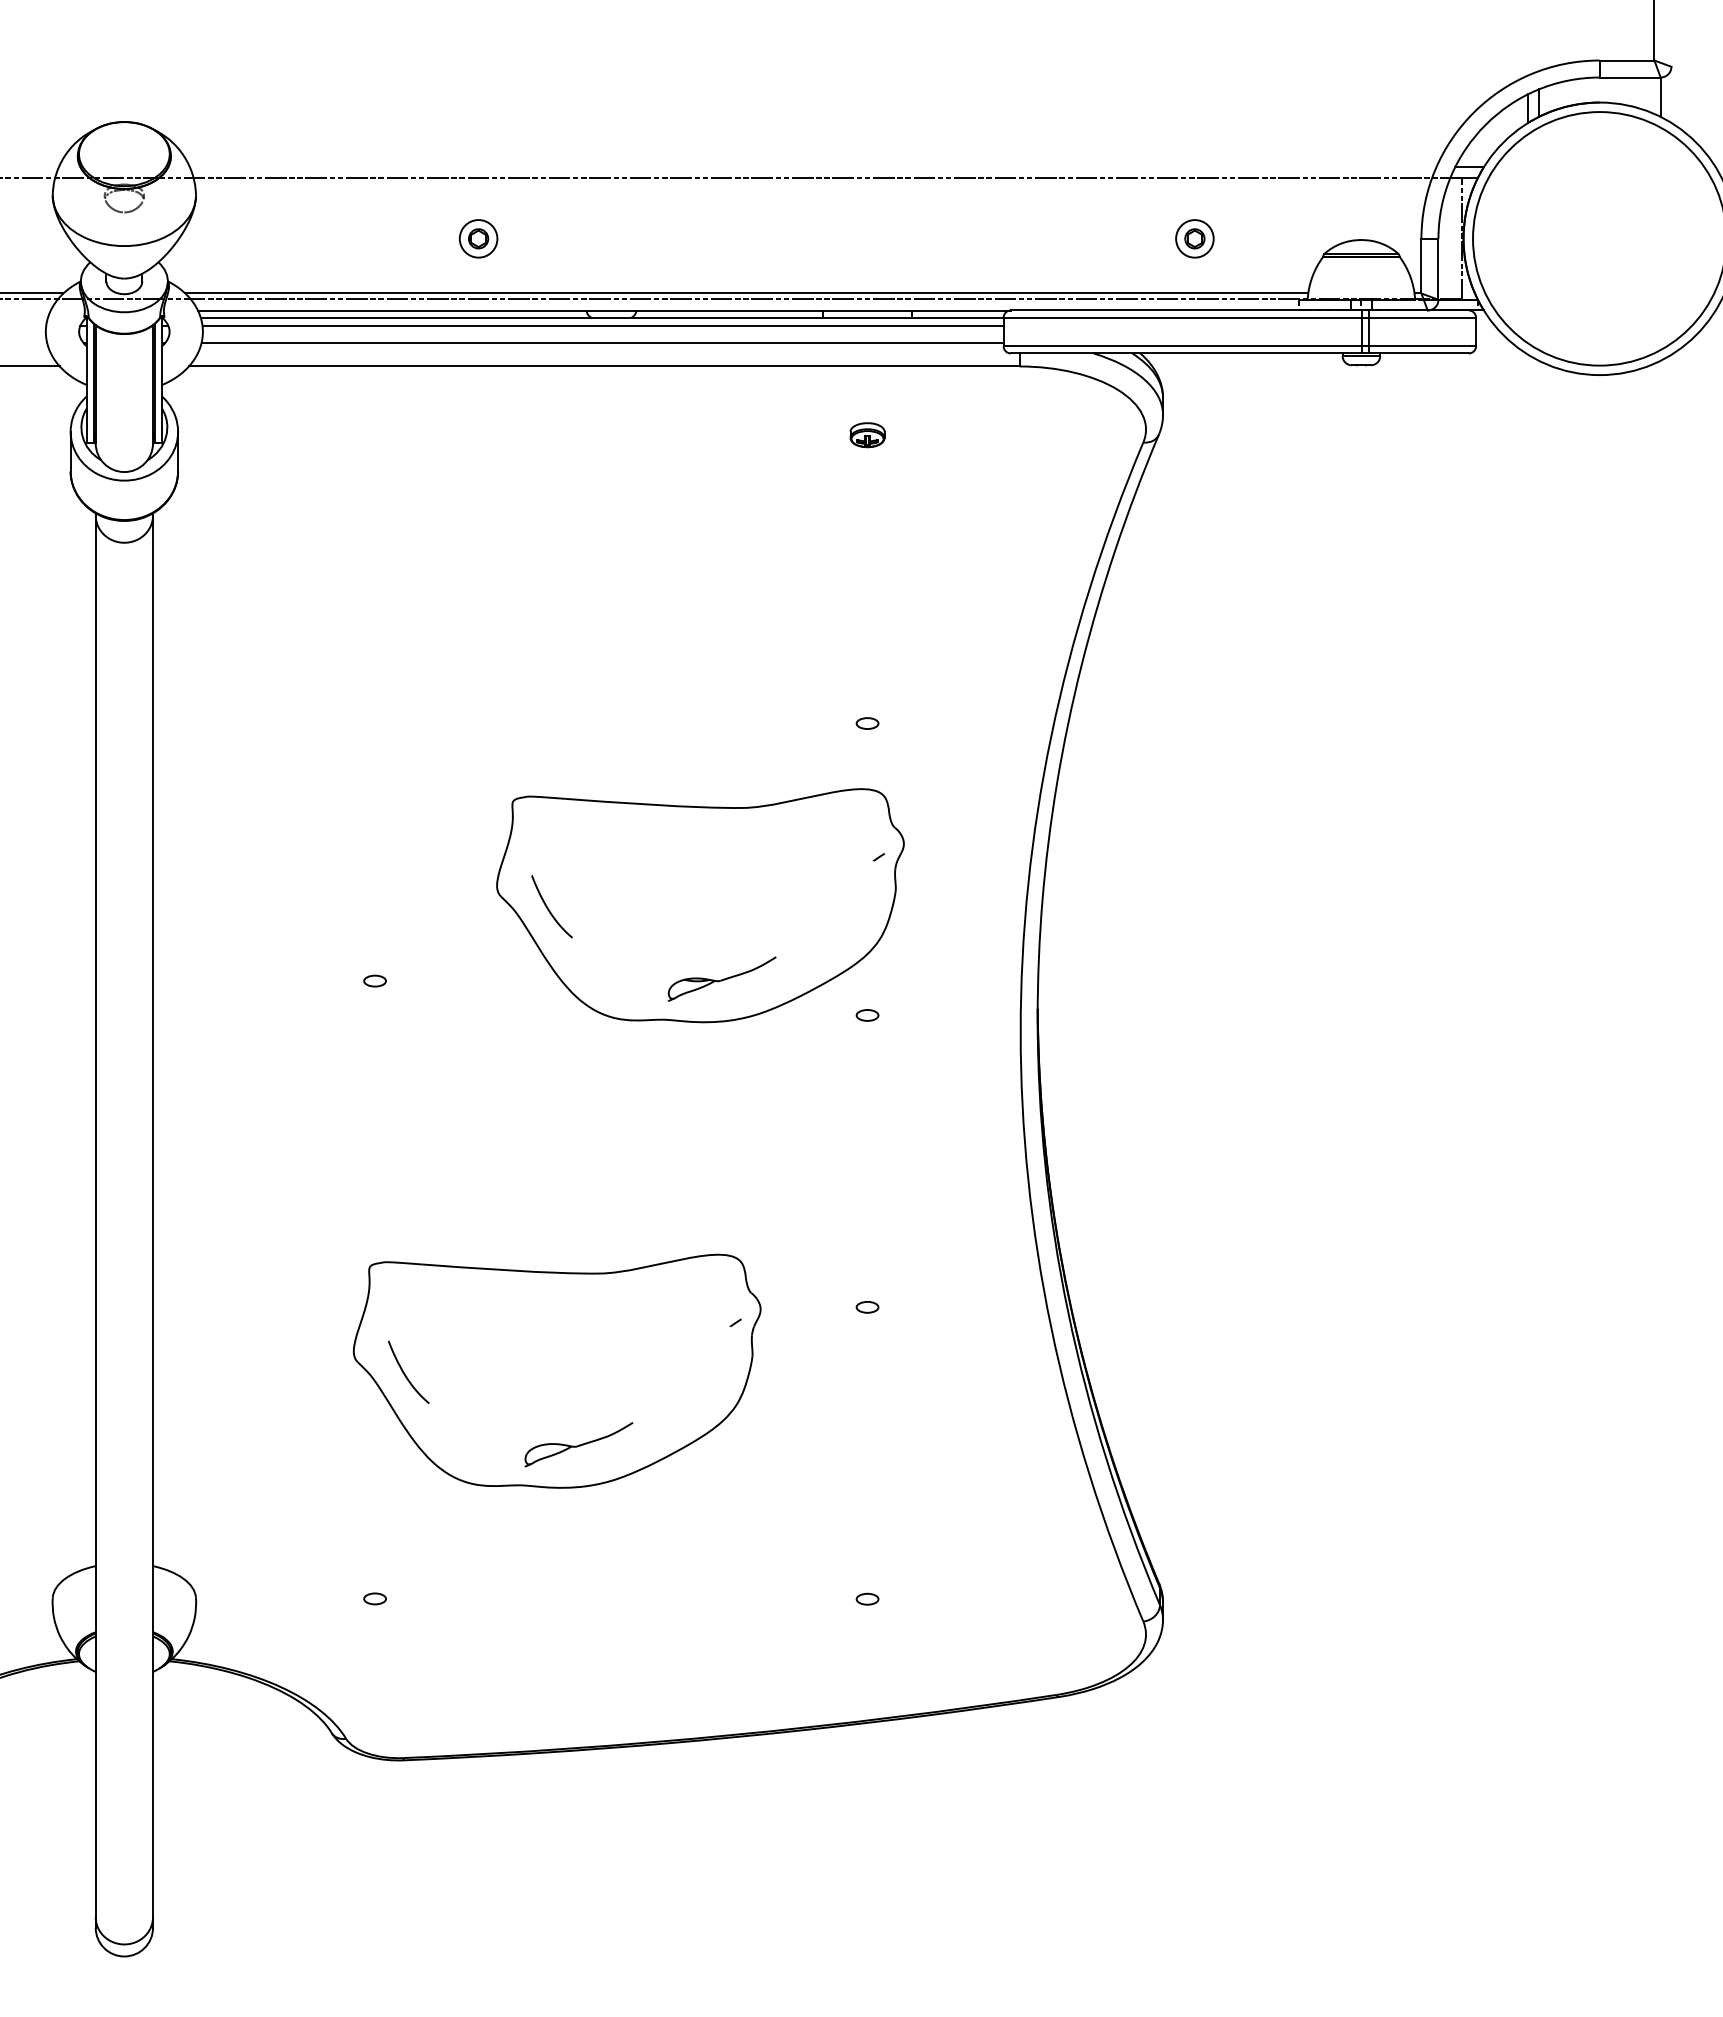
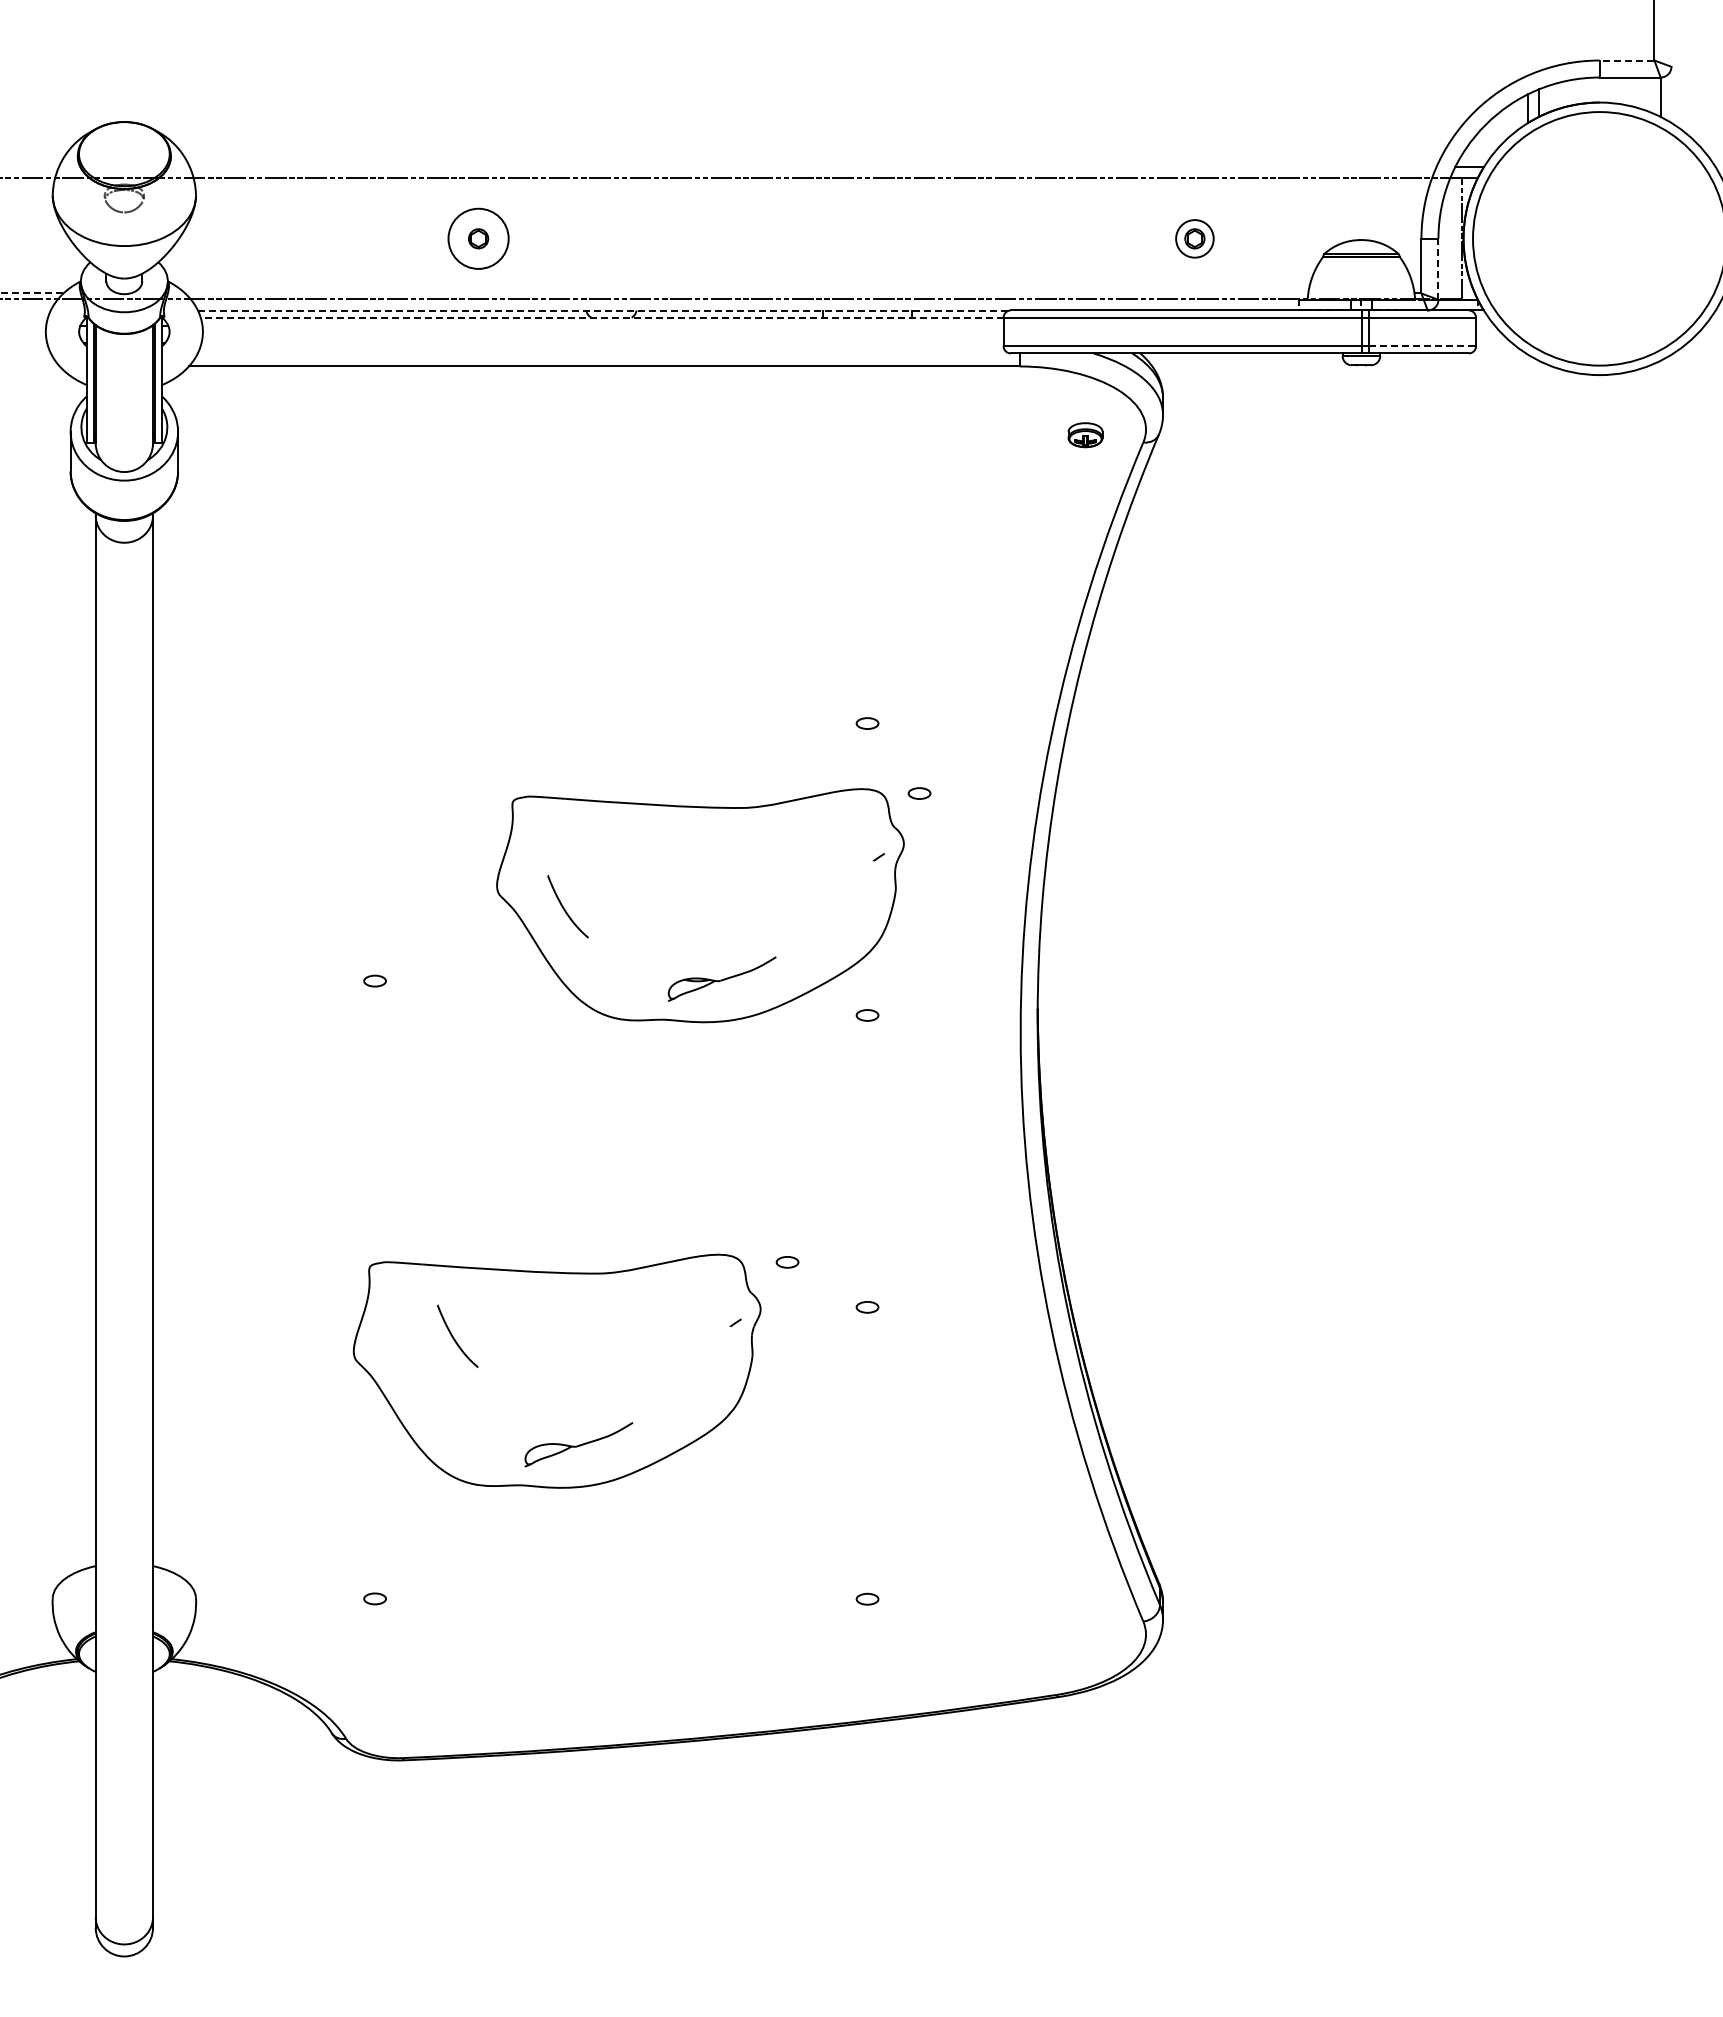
line at (1626, 60): solid -> dashed
circle at (478, 238) diameter: 38 px -> 60 px
line at (1438, 268): solid -> dashed
line at (31, 293): solid -> dashed
line at (746, 293): present -> none
line at (604, 310): solid -> dashed
line at (601, 317): solid -> dashed
line at (602, 326): present -> none
line at (602, 343): present -> none
line at (1422, 346): solid -> dashed
line at (30, 366): present -> none
part at (867, 435) position: (867, 435) -> (1085, 435)
part at (919, 793): none -> present
curve at (548, 907) position: (548, 907) -> (564, 907)
part at (787, 1262): none -> present
curve at (405, 1373) position: (405, 1373) -> (454, 1337)
